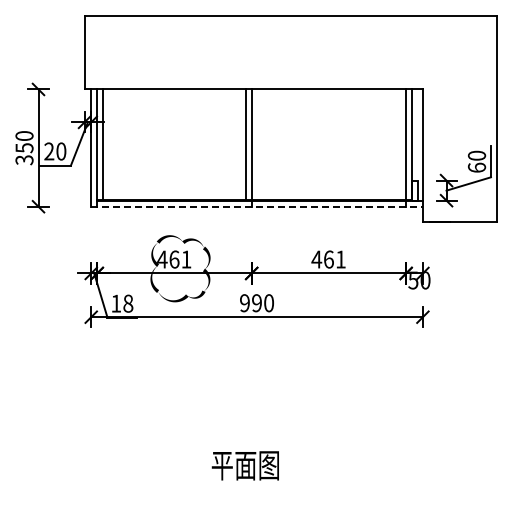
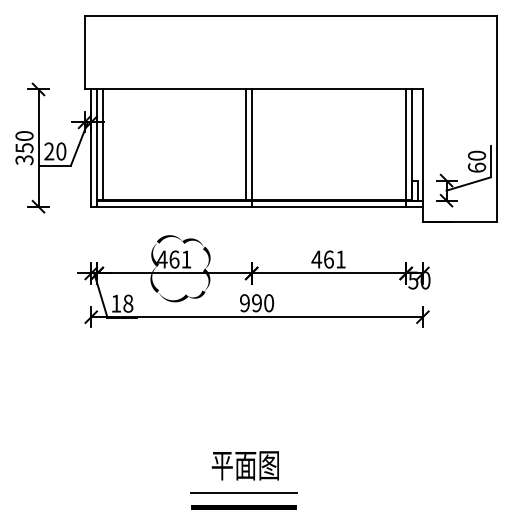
line at (257, 206): dashed -> solid
line at (243, 493): none -> present
line at (243, 507): none -> present
